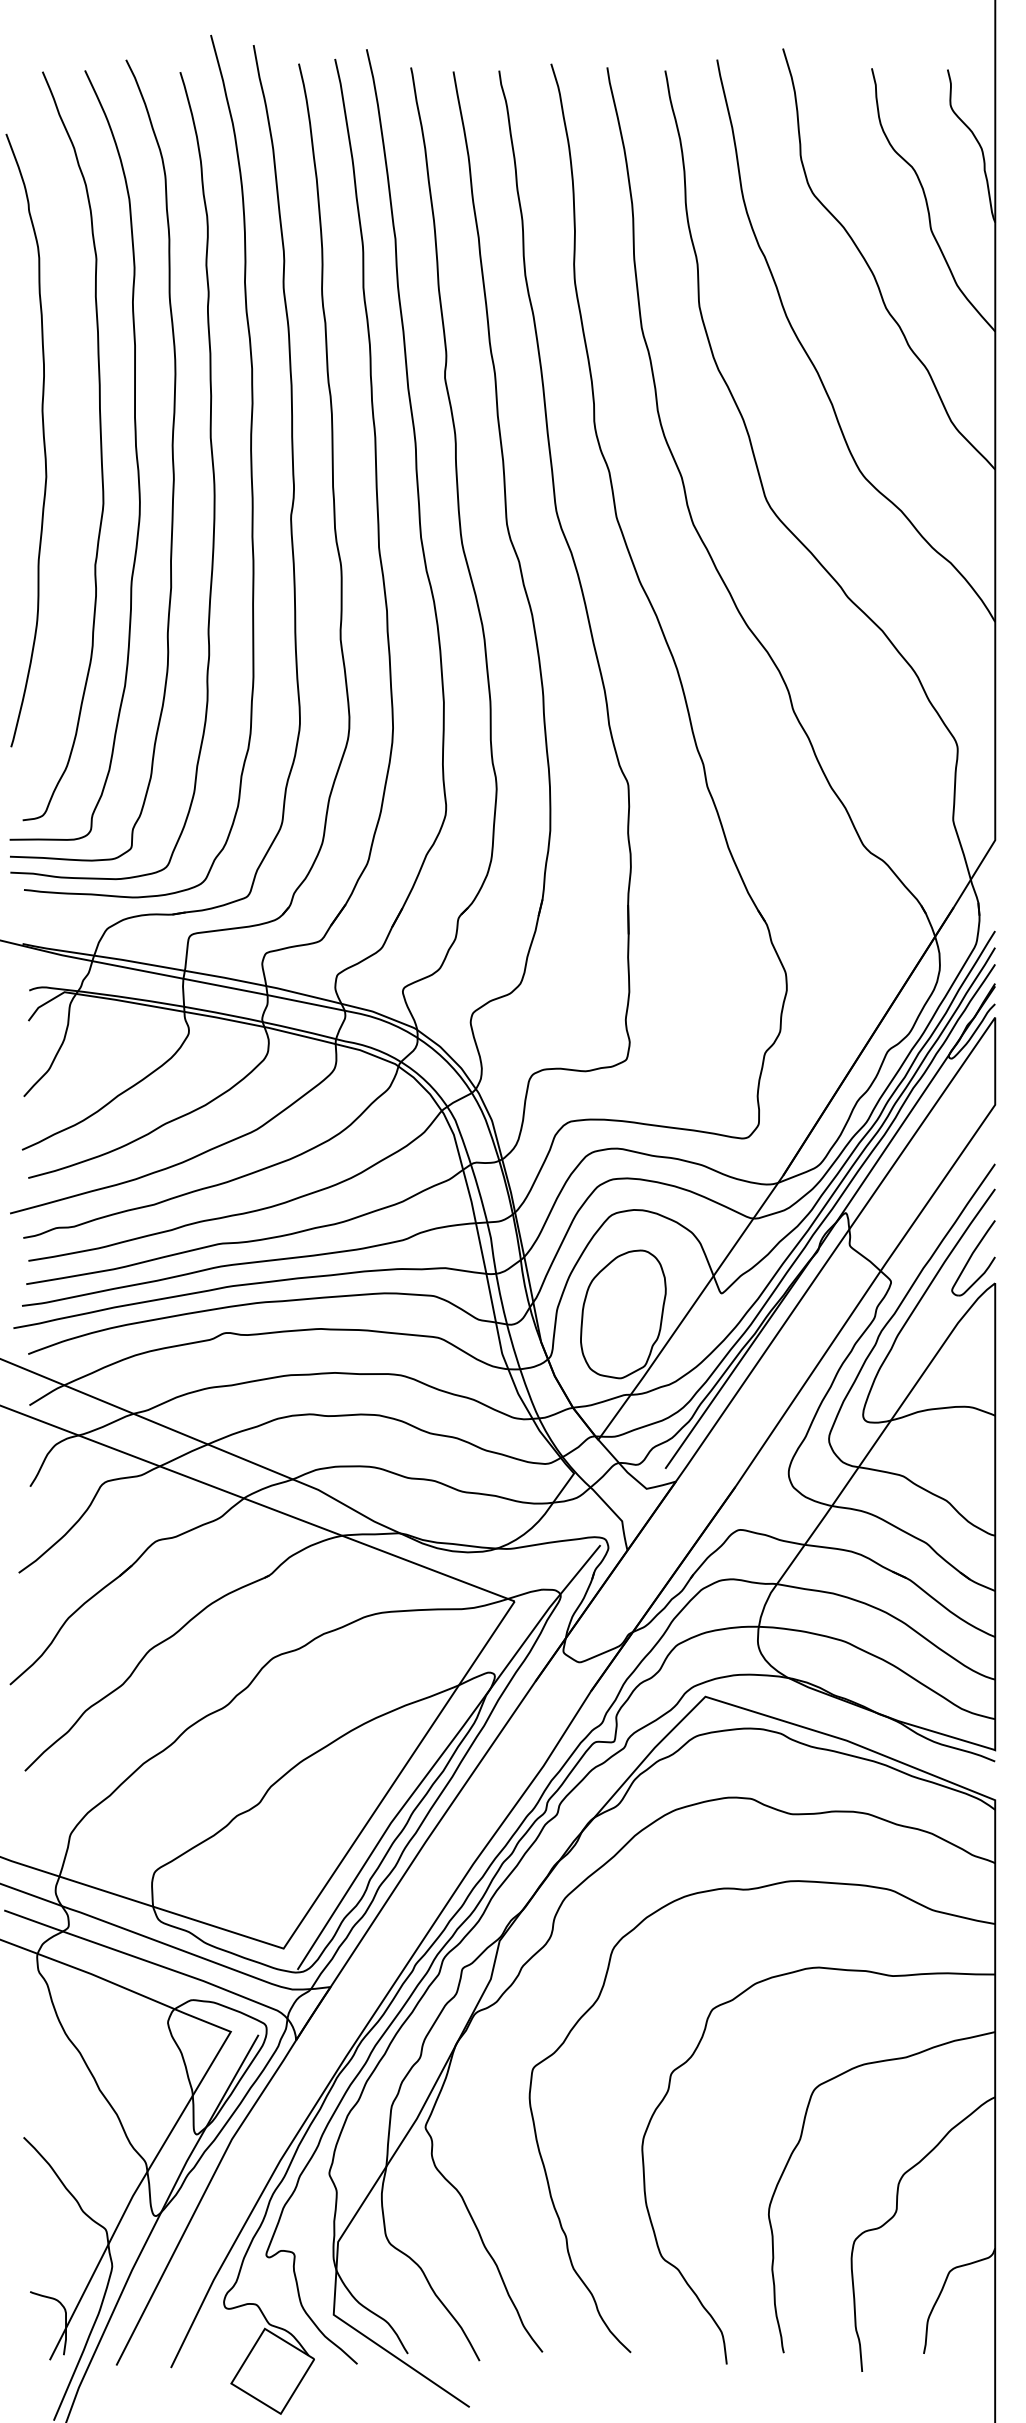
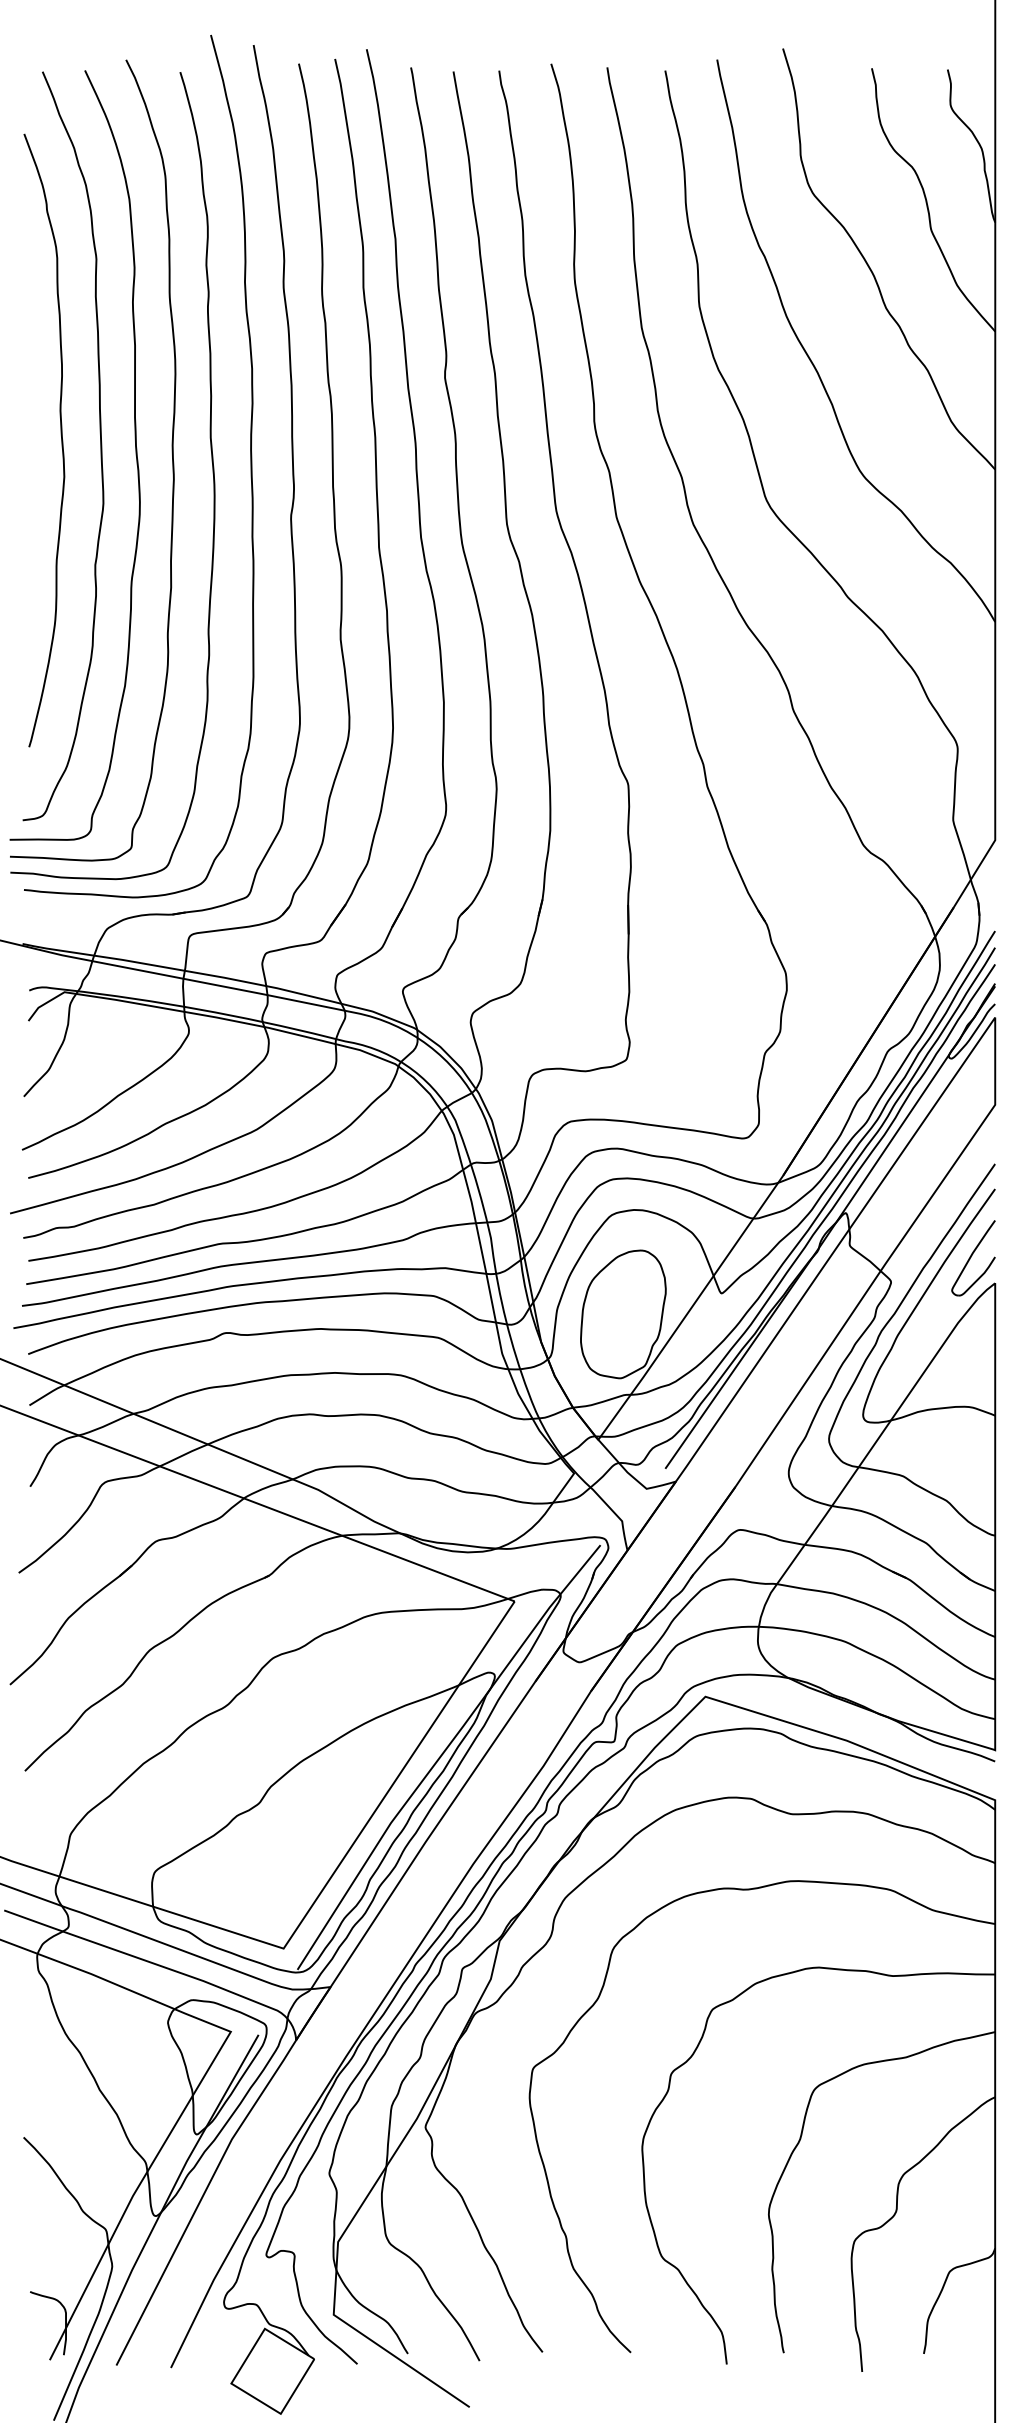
curve at (42, 435) position: (42, 435) -> (60, 435)
